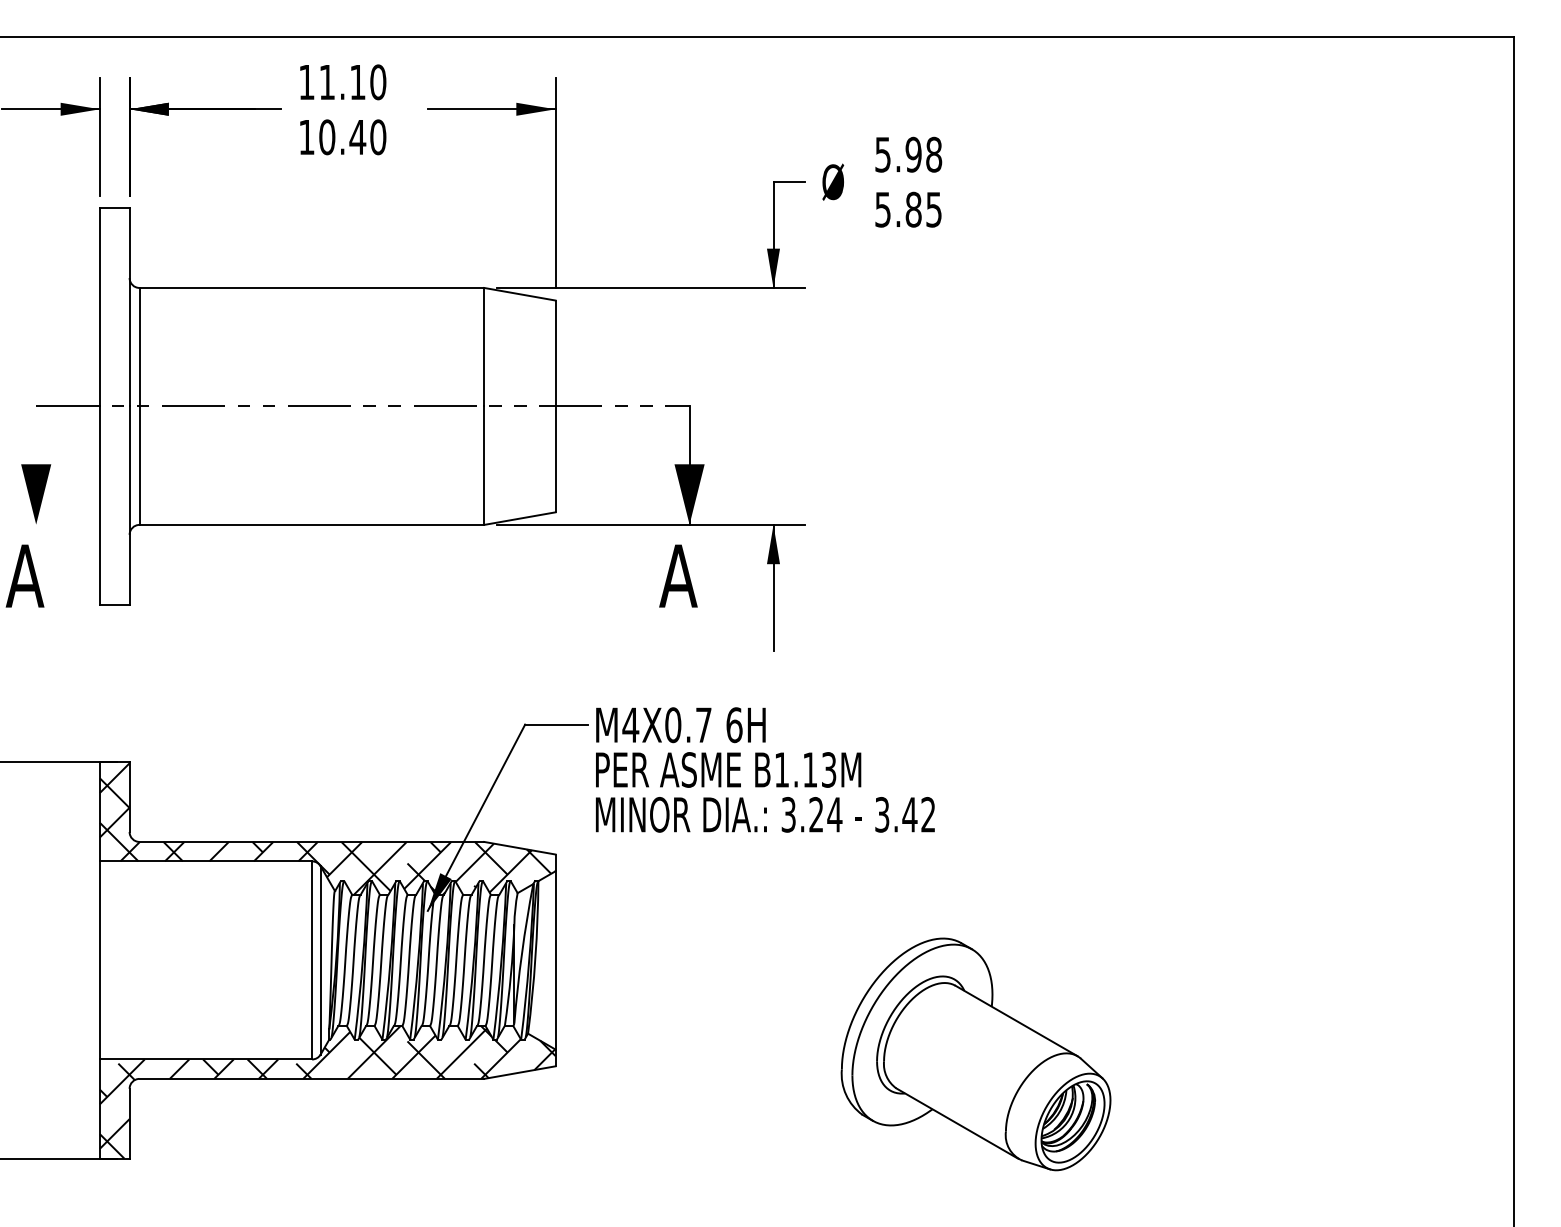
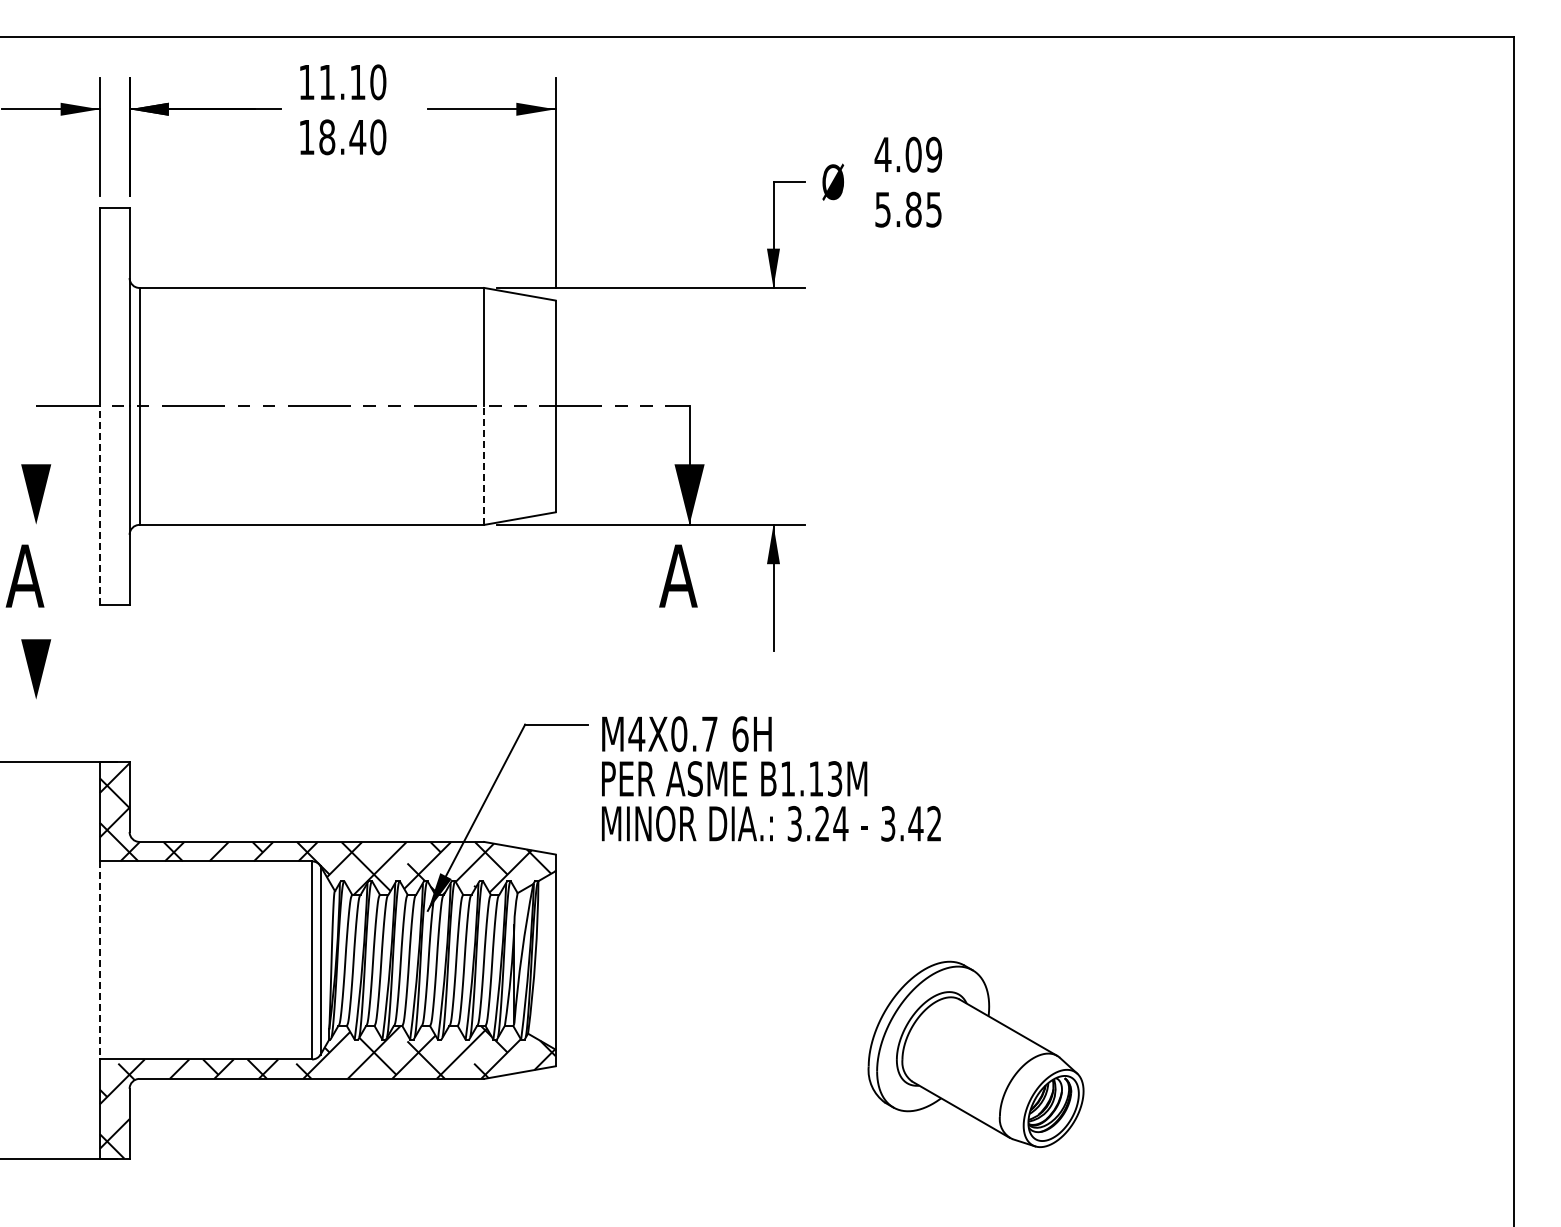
text at (327, 136): 10.40 -> 18.40
text at (908, 154): 5.98 -> 4.09
line at (484, 465): solid -> dashed
line at (99, 505): solid -> dashed
part at (36, 668): none -> present
text at (765, 769) position: (765, 769) -> (771, 778)
line at (99, 960): solid -> dashed
part at (975, 1054) size: 272x235 px -> 218x188 px
